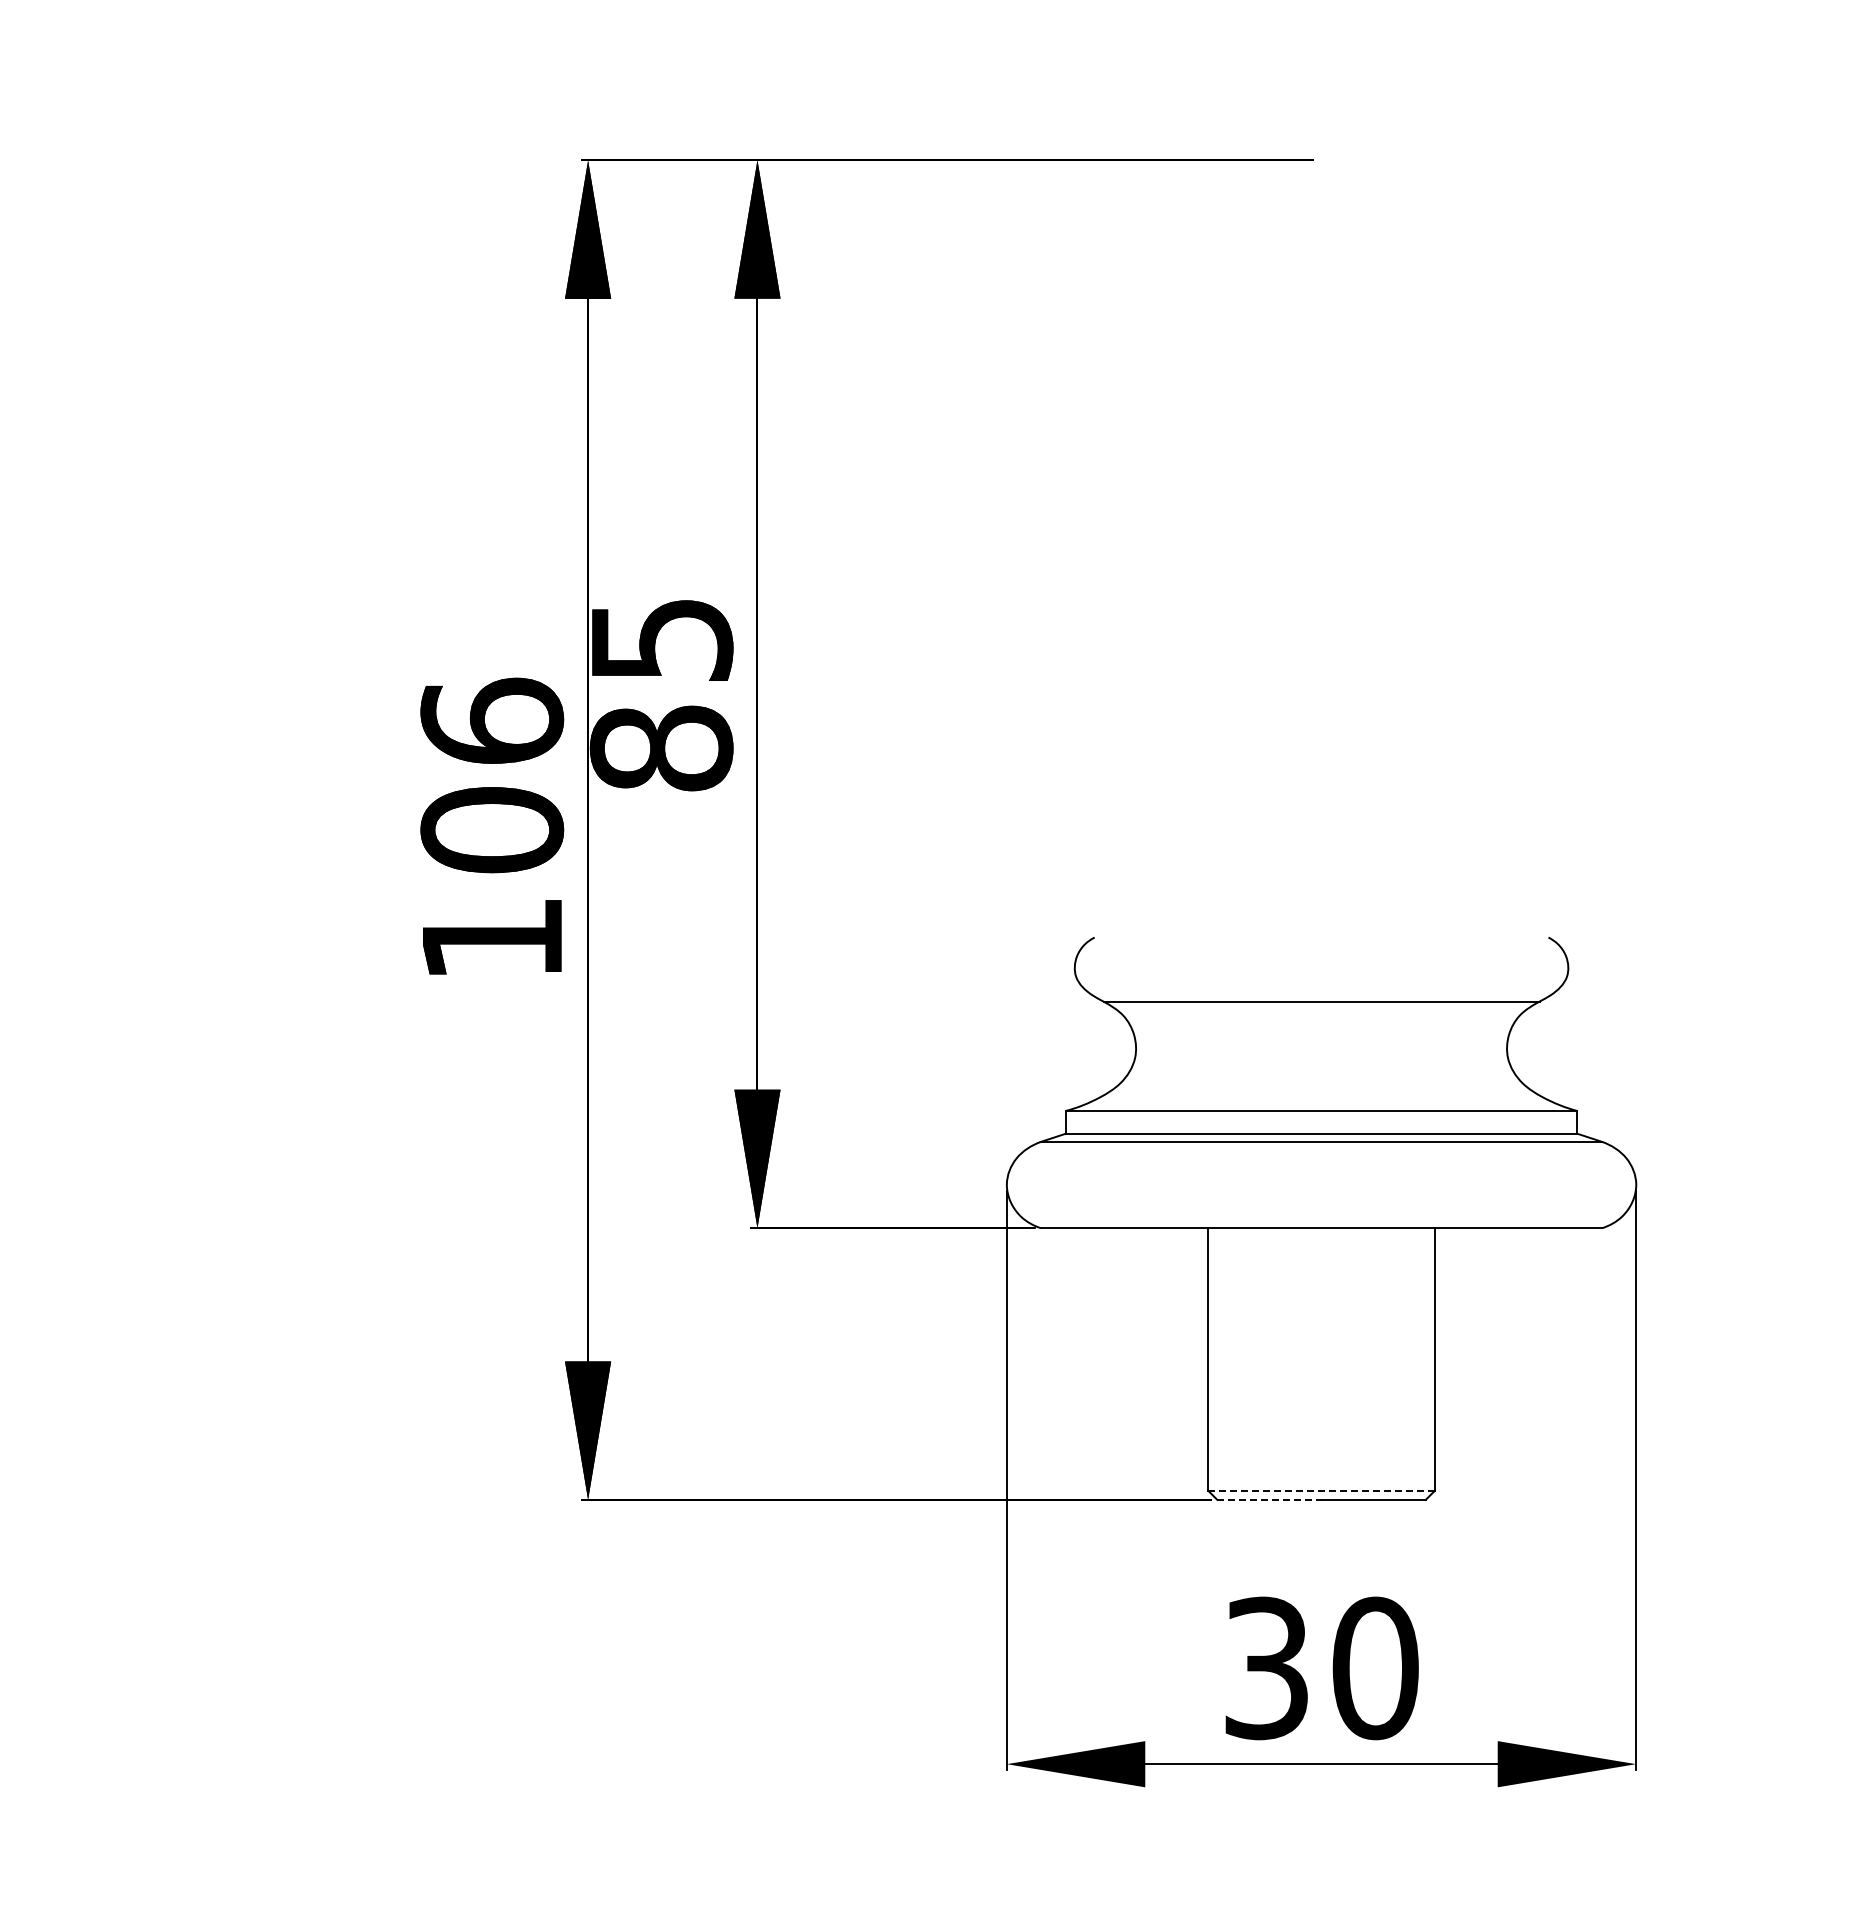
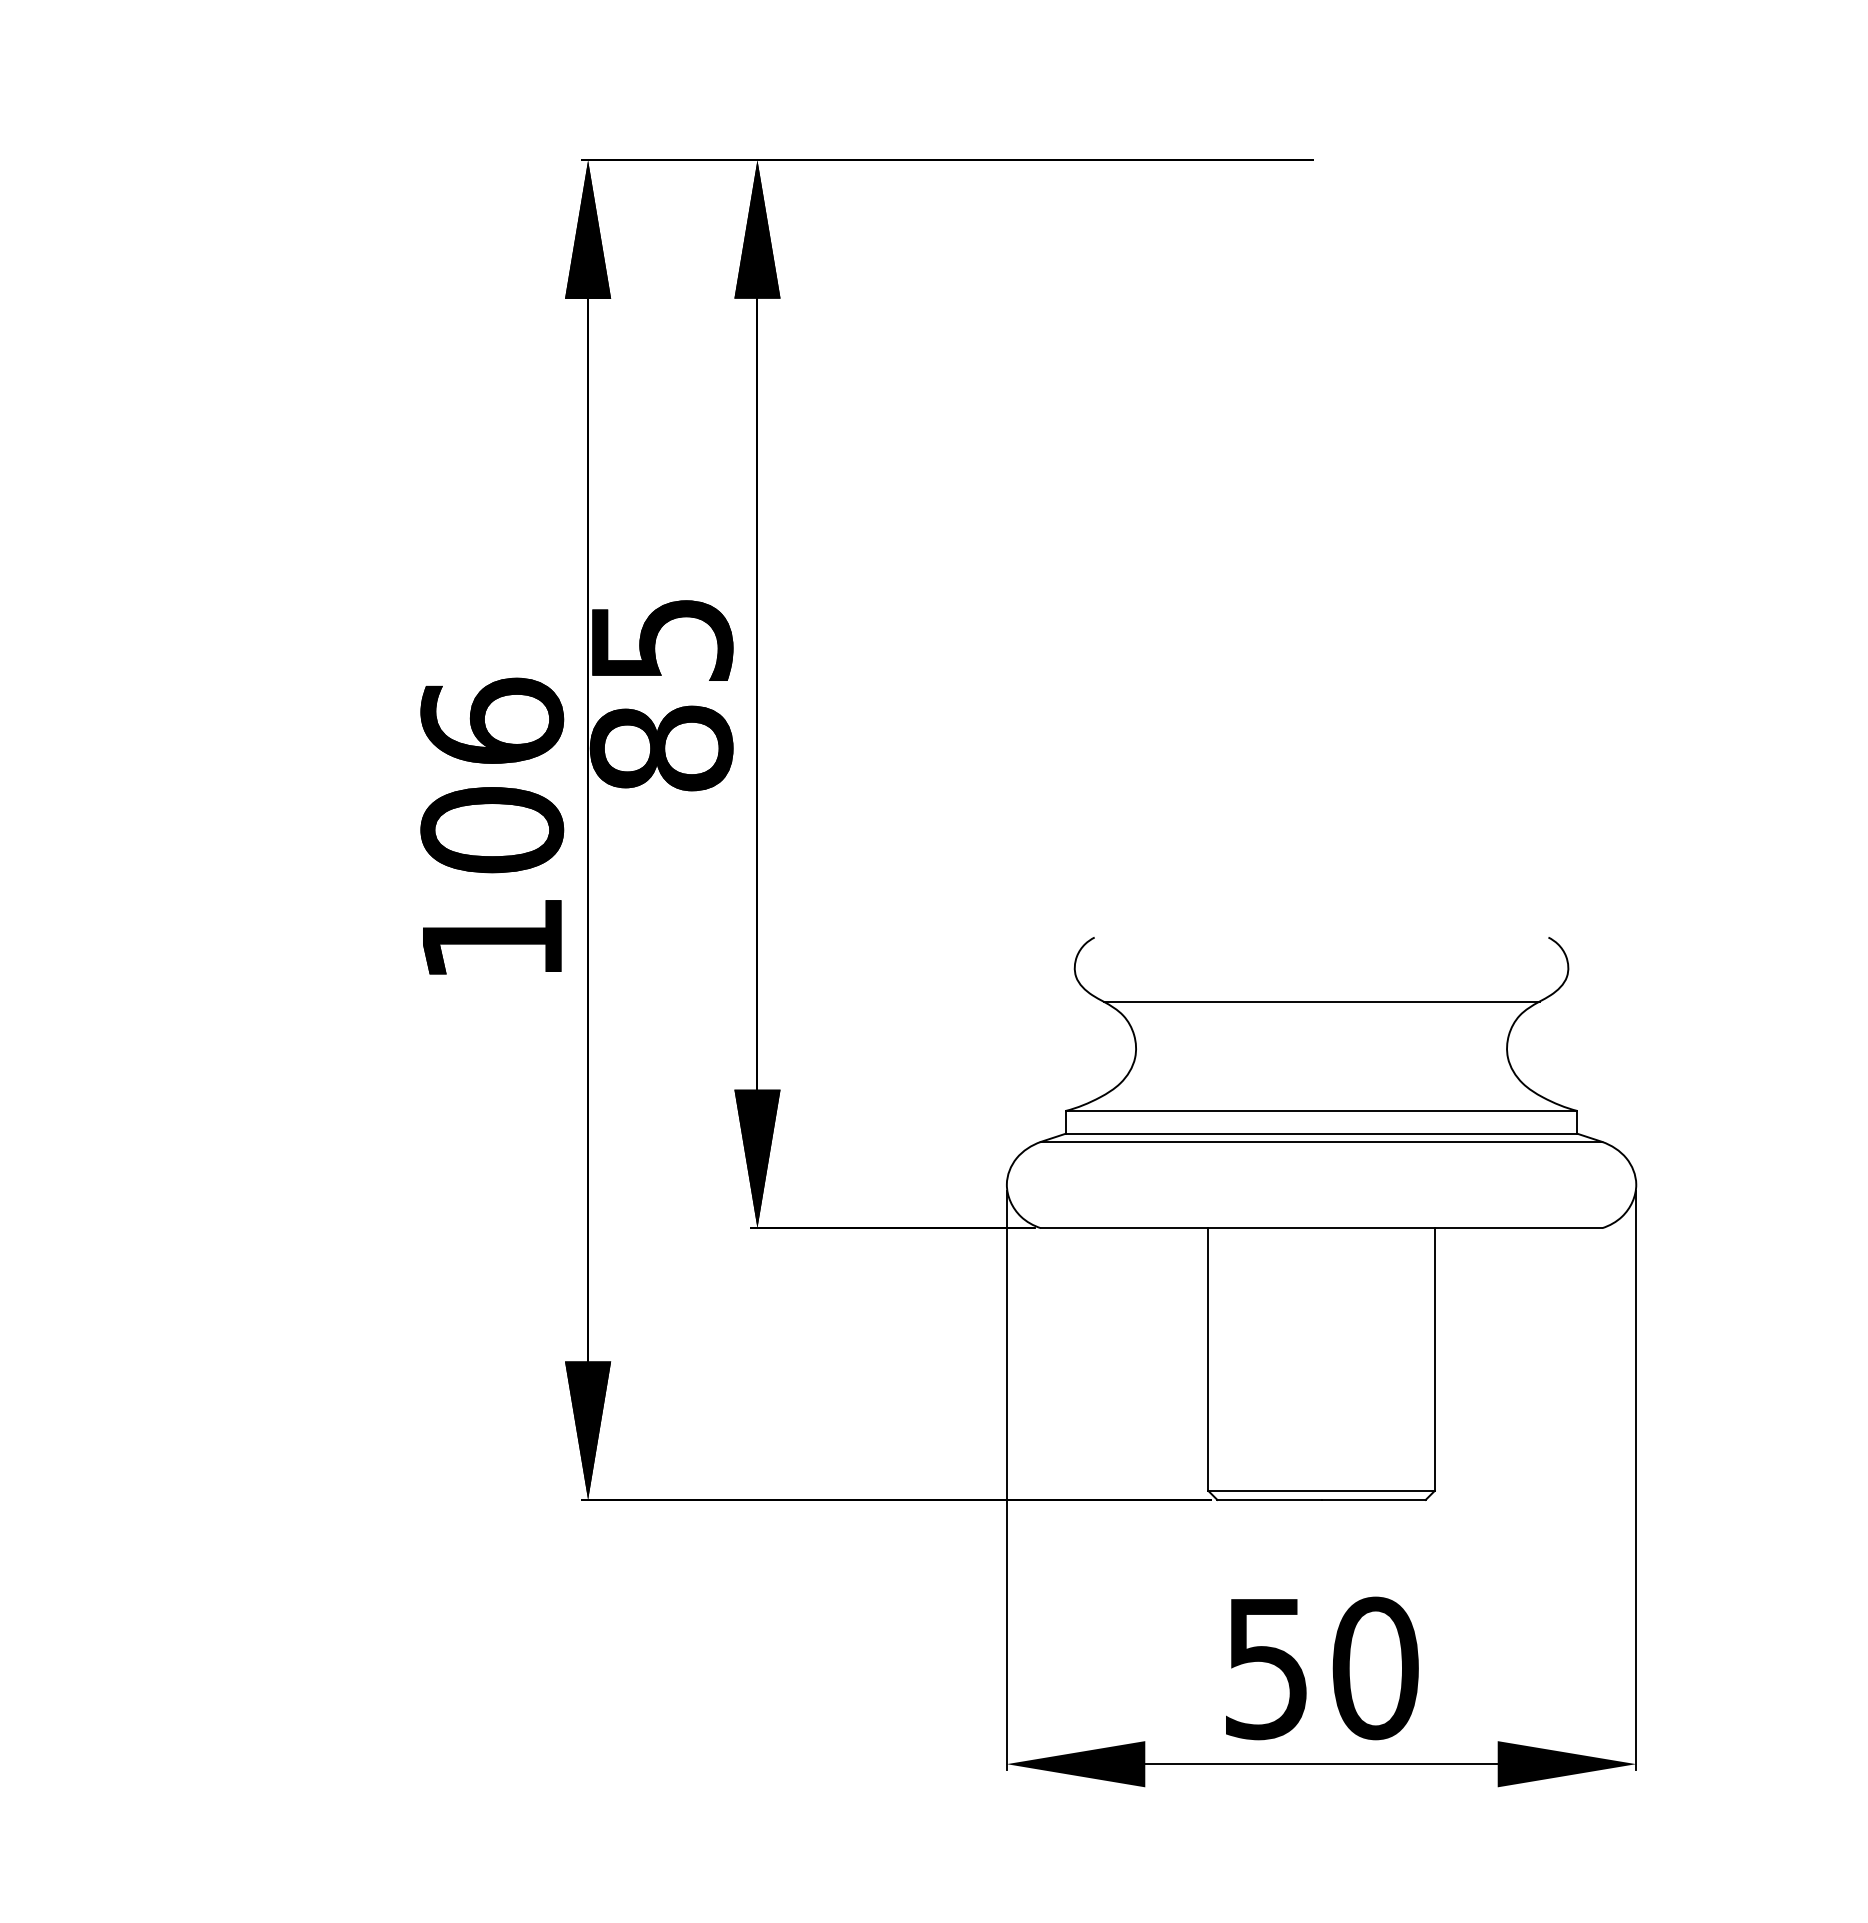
line at (1321, 1490): dashed -> solid
line at (1269, 1499): dashed -> solid
text at (1266, 1667): 30 -> 50
